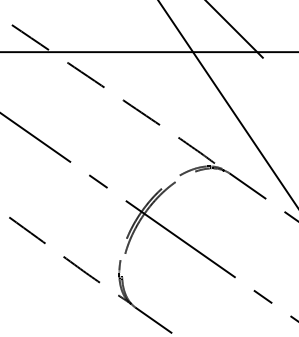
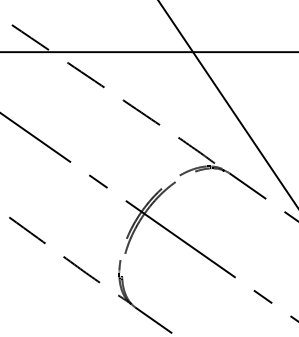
line at (234, 29): present -> none
